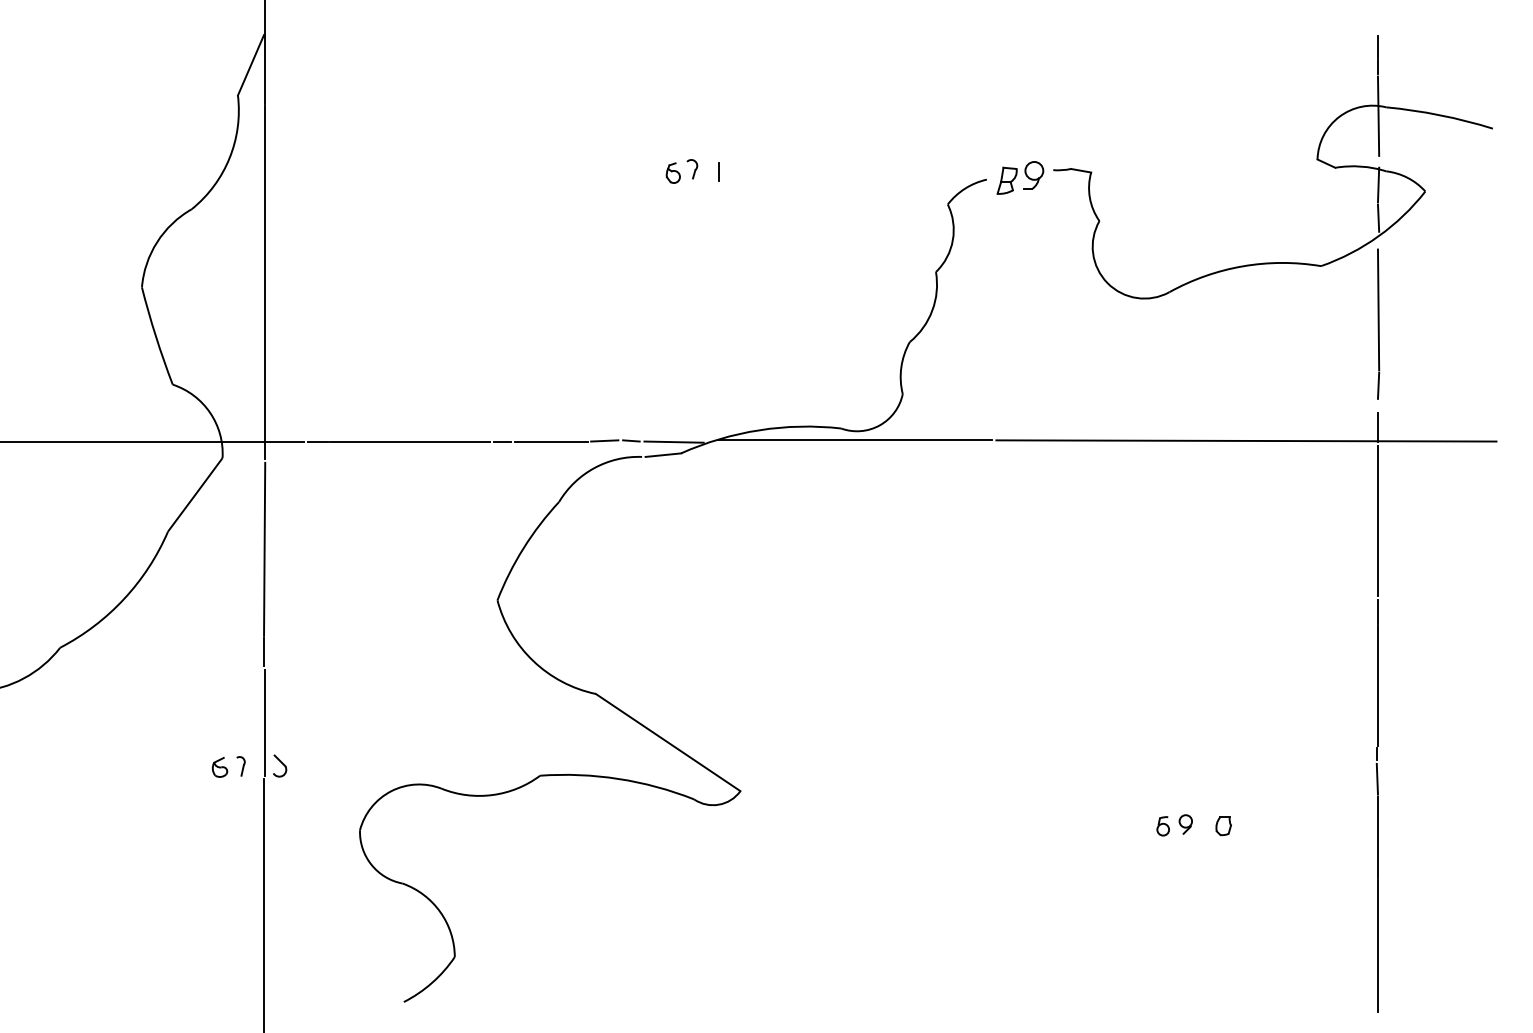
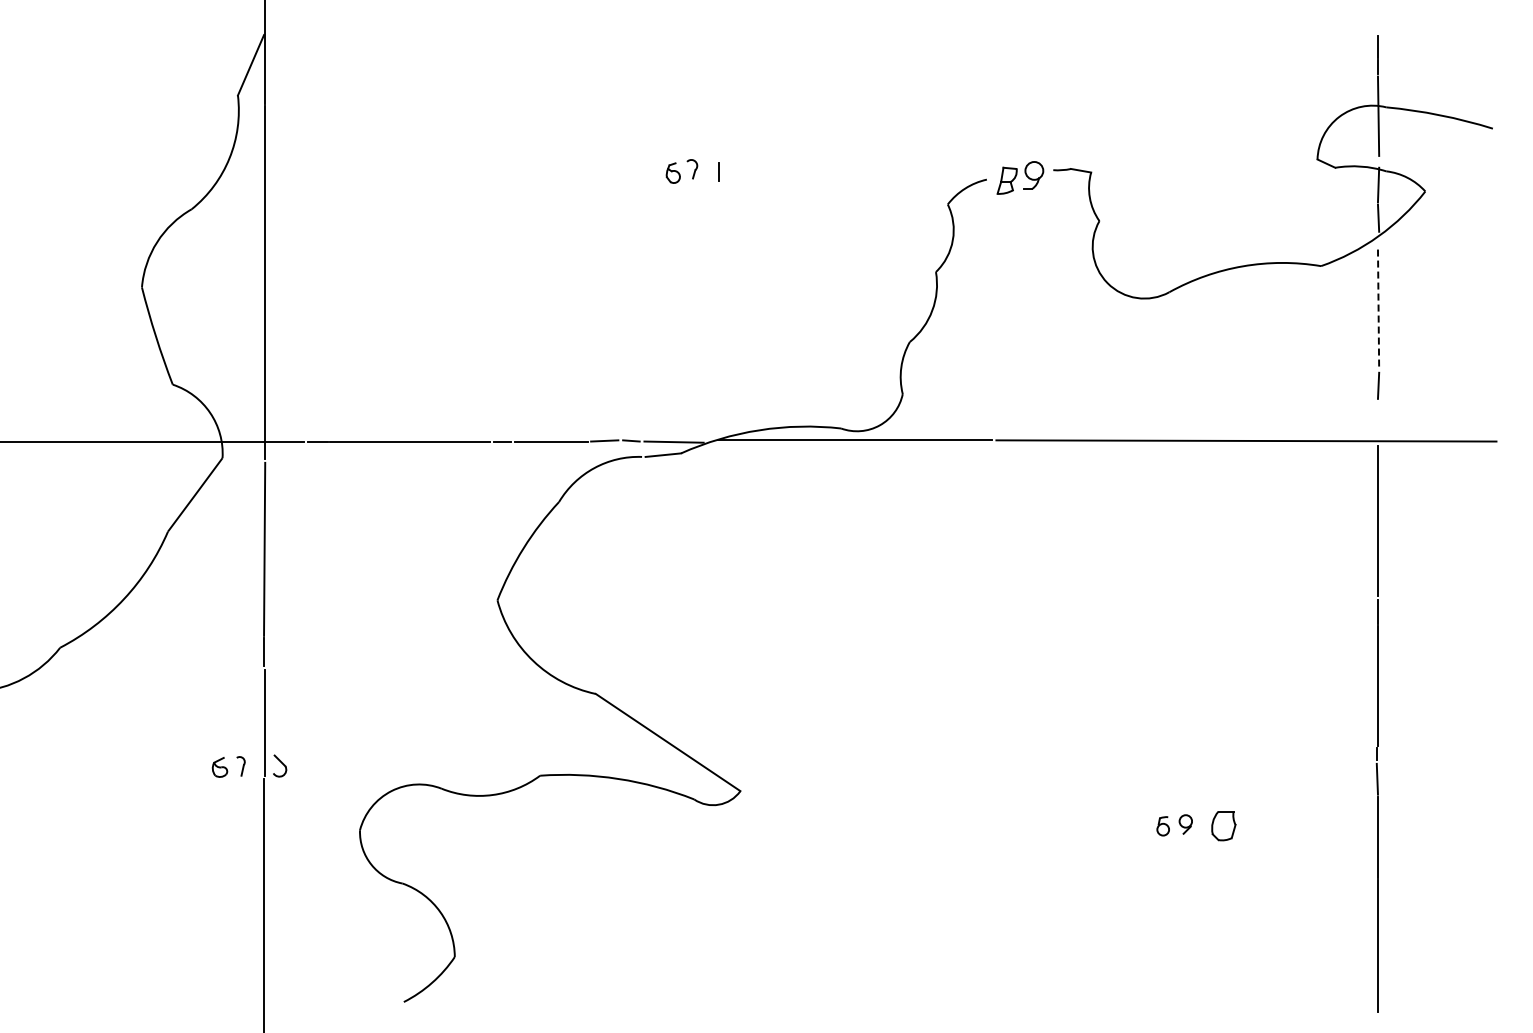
line at (1378, 310): solid -> dashed
line at (1377, 427): present -> none
part at (1223, 826) size: 17x21 px -> 26x31 px
